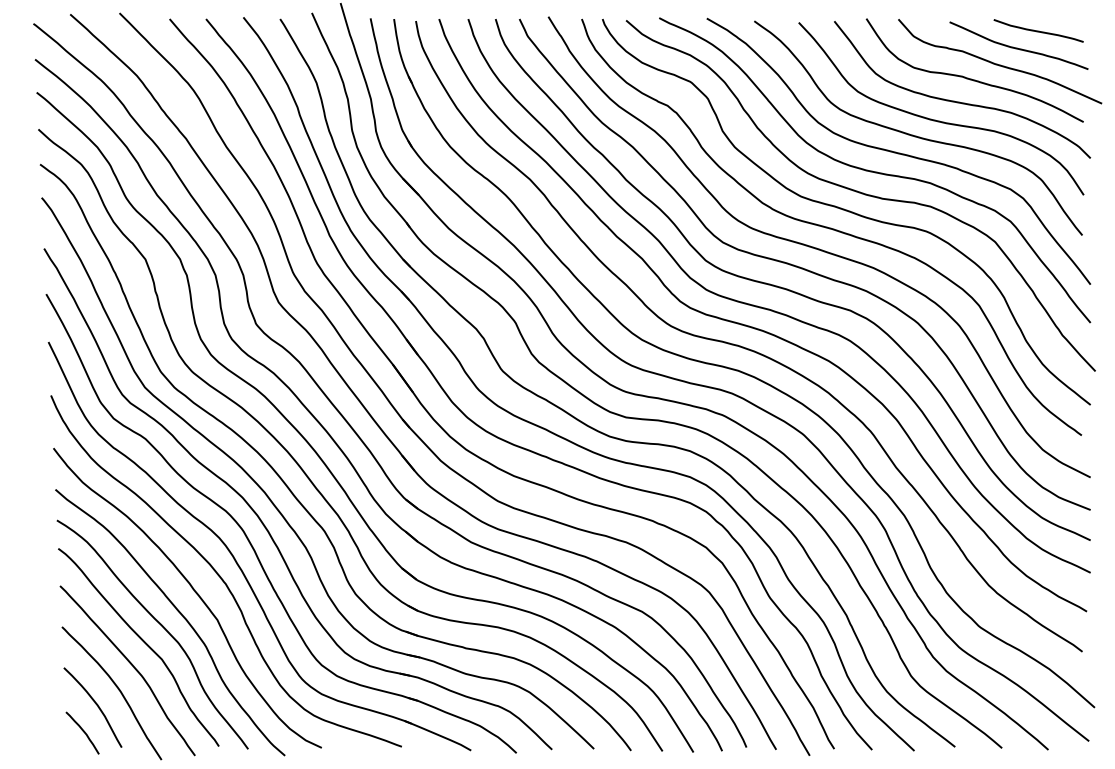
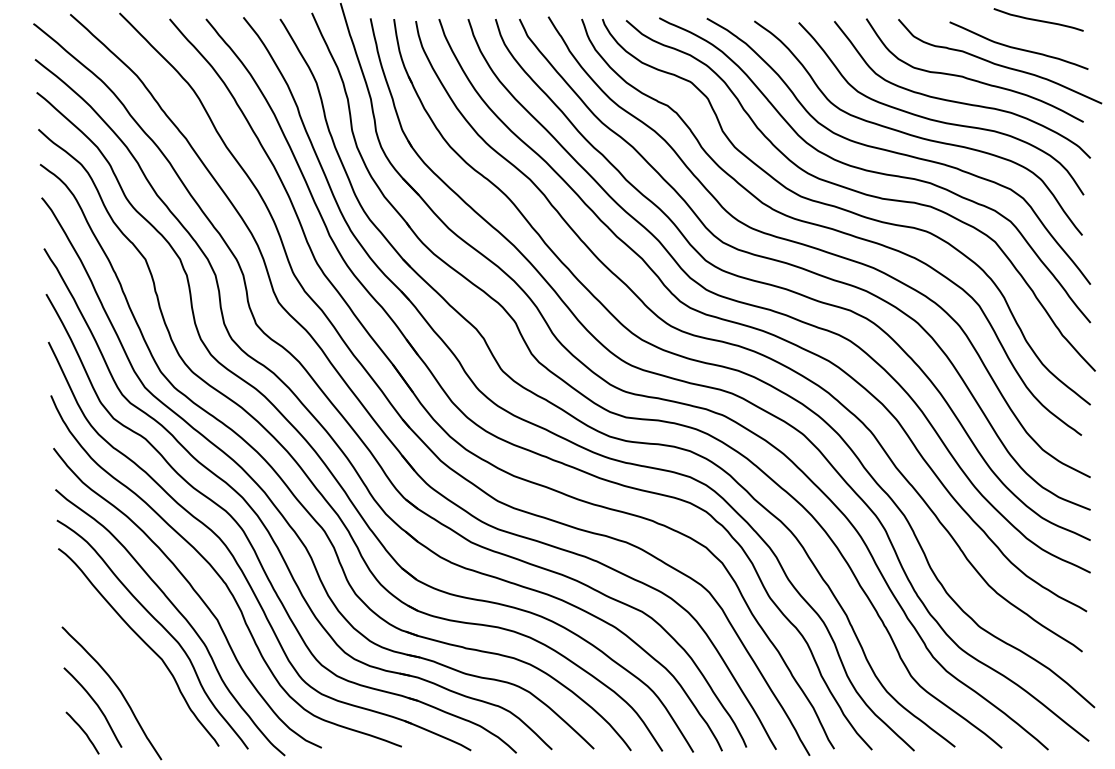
curve at (1038, 30) position: (1038, 30) -> (1038, 19)
curve at (131, 665): present -> none
